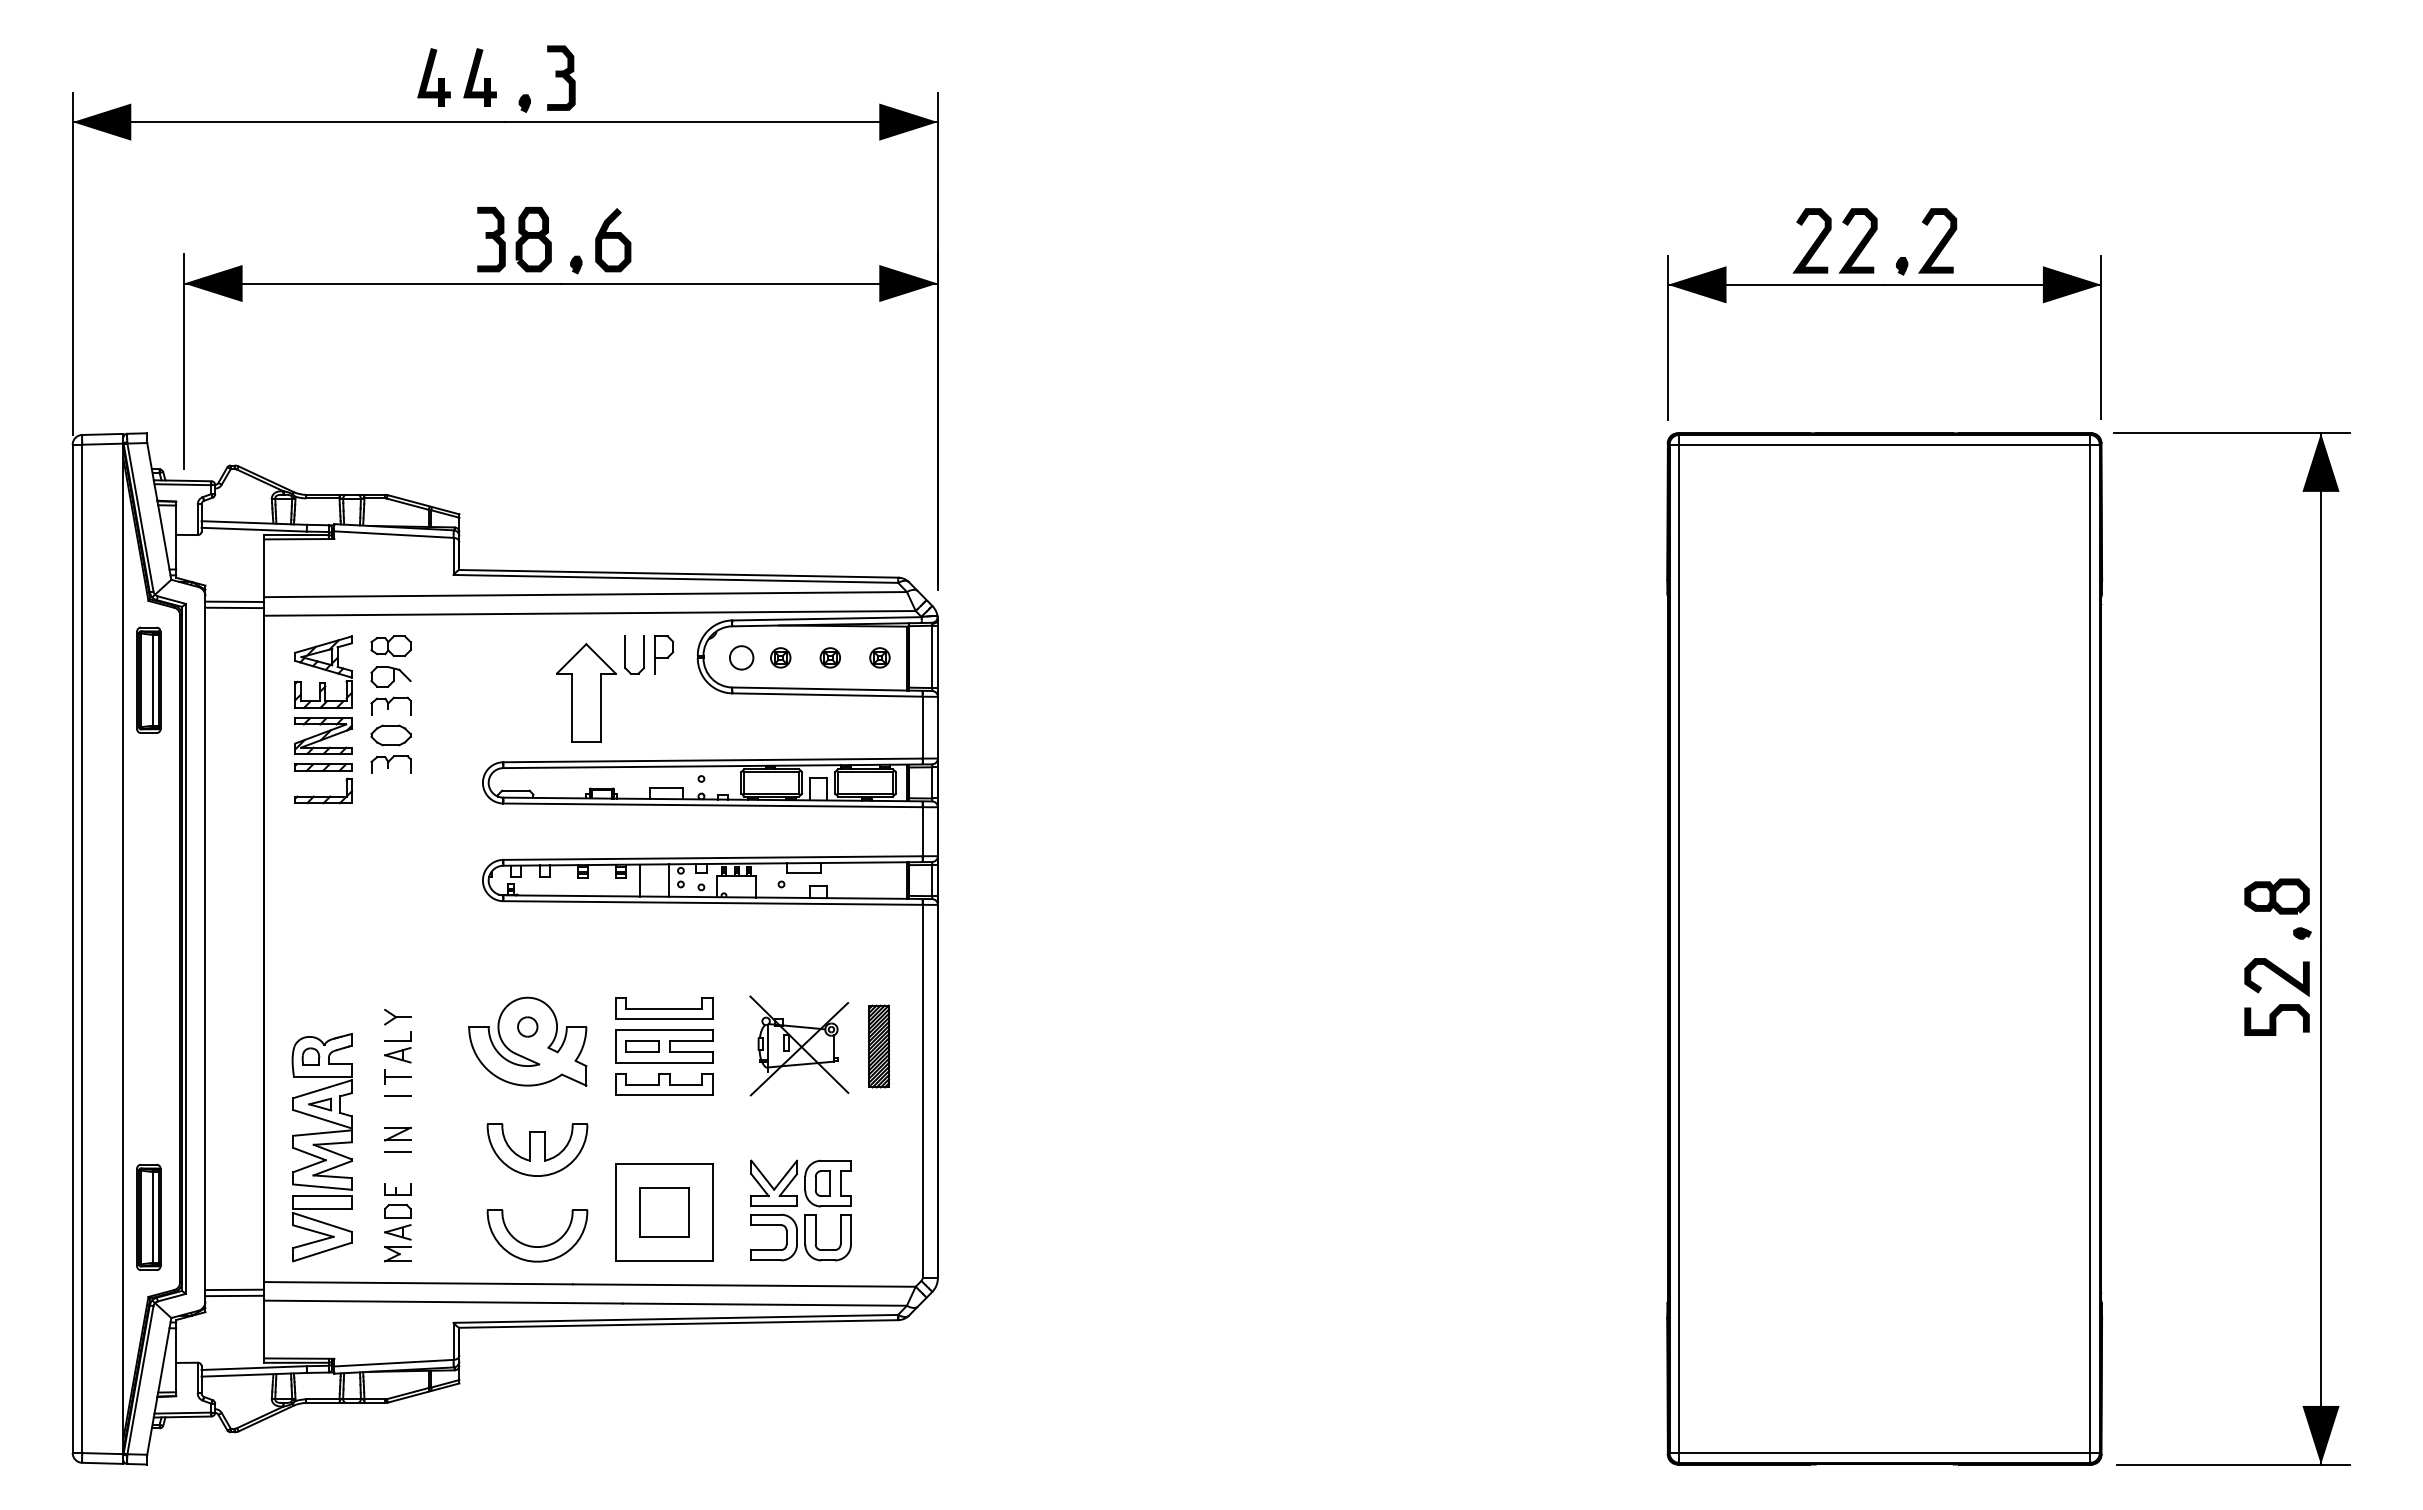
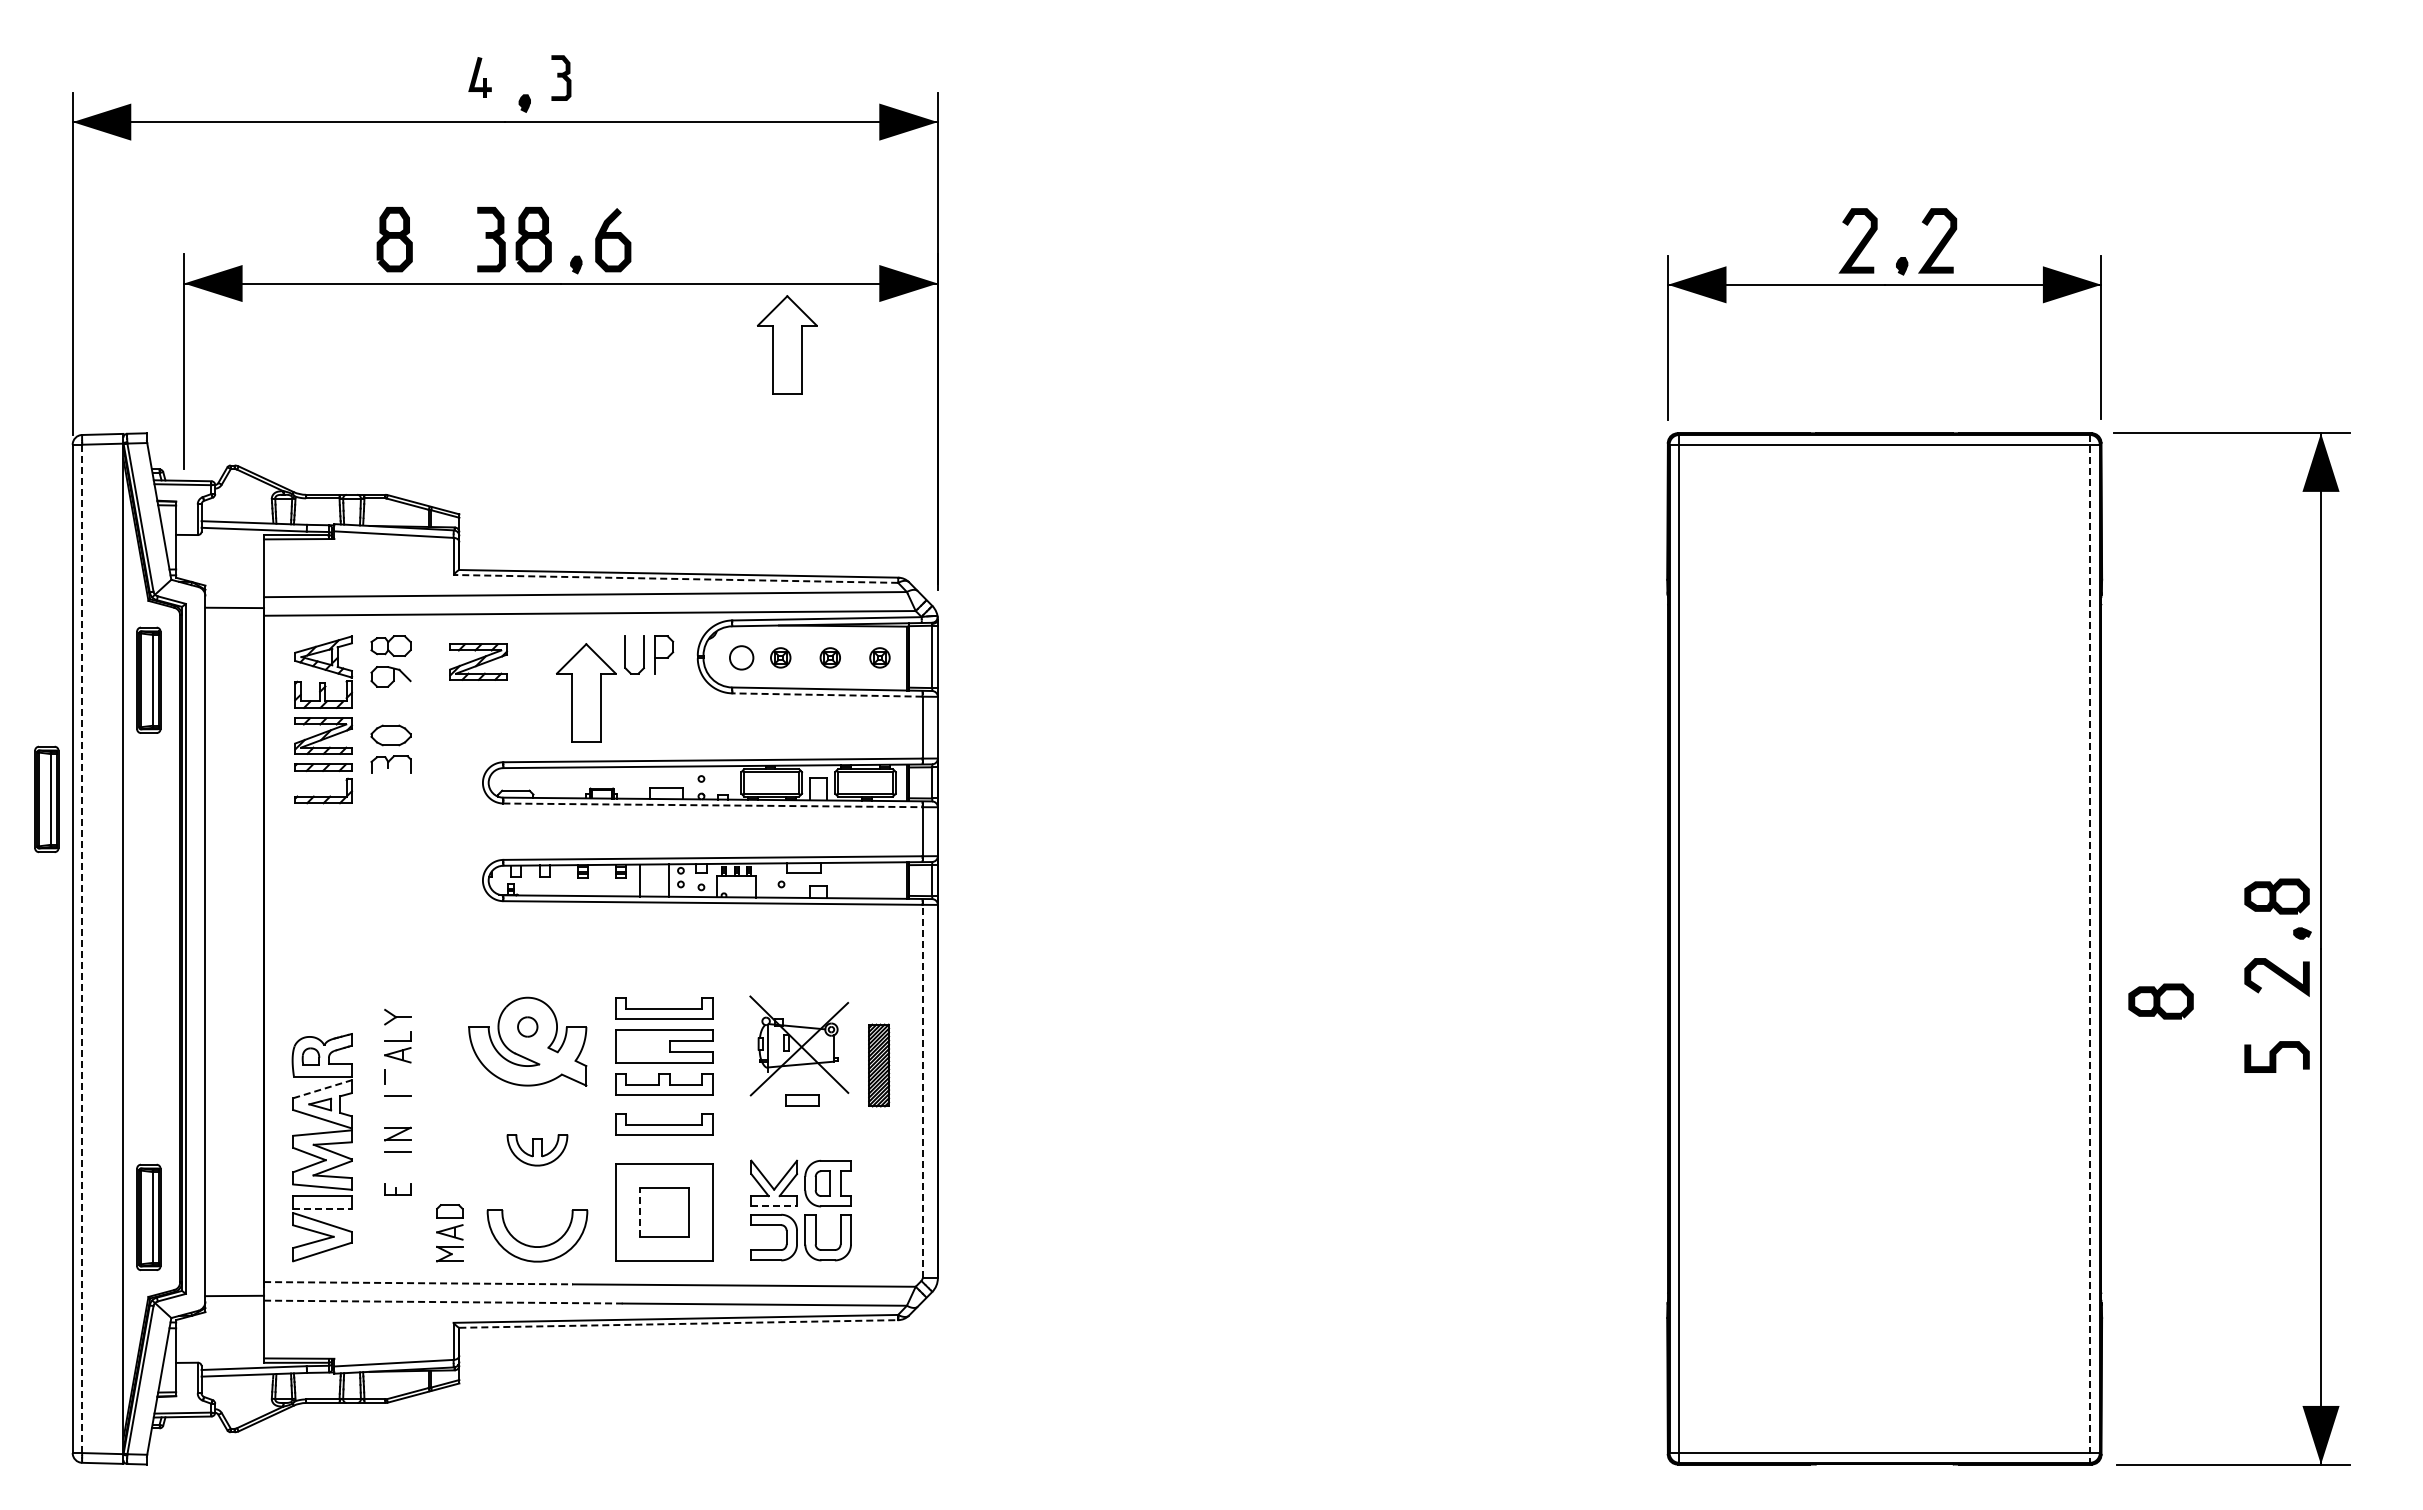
part at (433, 77): present -> none
part at (479, 77) size: 34x59 px -> 24x41 px
part at (561, 77) size: 29x66 px -> 21x46 px
part at (394, 239): none -> present
curve at (1814, 241): present -> none
part at (787, 344): none -> present
line at (675, 578): solid -> dashed
line at (234, 601): present -> none
part at (478, 661): none -> present
line at (826, 695): solid -> dashed
part at (390, 705): present -> none
part at (46, 798): none -> present
line at (712, 805): solid -> dashed
line at (2090, 948): solid -> dashed
line at (82, 949): solid -> dashed
part at (2160, 1001): none -> present
curve at (2276, 1019) position: (2276, 1019) -> (2276, 1056)
part at (642, 1046) position: (642, 1046) -> (802, 1100)
part at (879, 1046) position: (879, 1046) -> (879, 1065)
line at (397, 1077): present -> none
line at (322, 1089): solid -> dashed
line at (922, 1091): solid -> dashed
part at (664, 1124): none -> present
part at (537, 1149) size: 103x54 px -> 63x33 px
line at (774, 1206): solid -> dashed
line at (323, 1208): solid -> dashed
line at (640, 1212): solid -> dashed
part at (397, 1233) position: (397, 1233) -> (449, 1233)
line at (419, 1283): solid -> dashed
line at (234, 1289): present -> none
line at (443, 1302): solid -> dashed
line at (678, 1323): solid -> dashed
